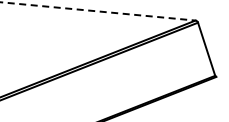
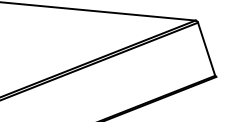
line at (98, 11): dashed -> solid
